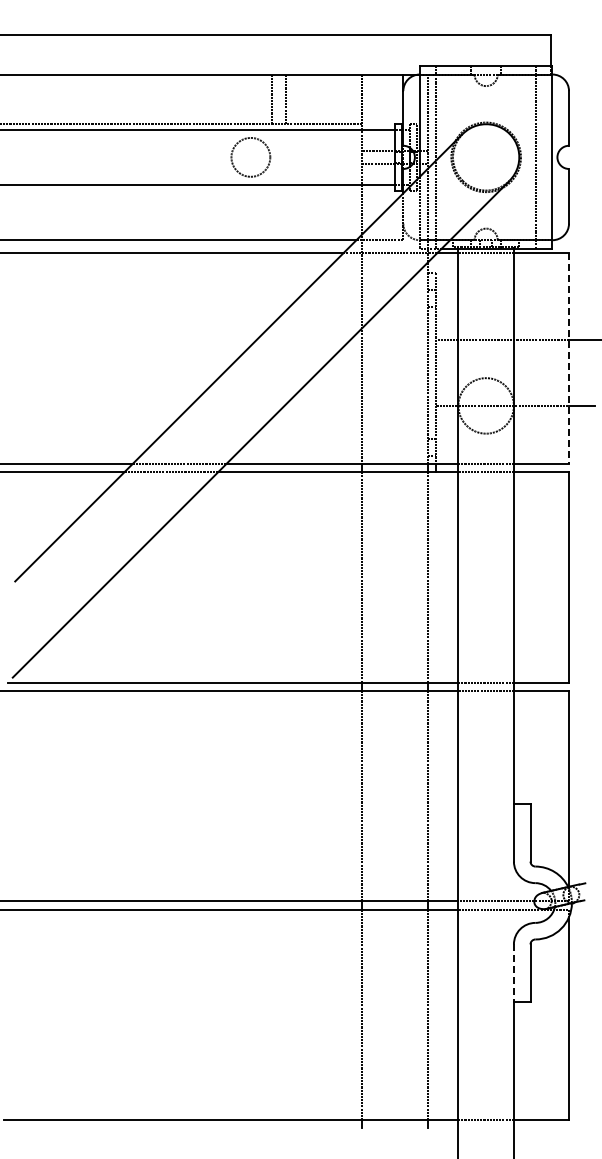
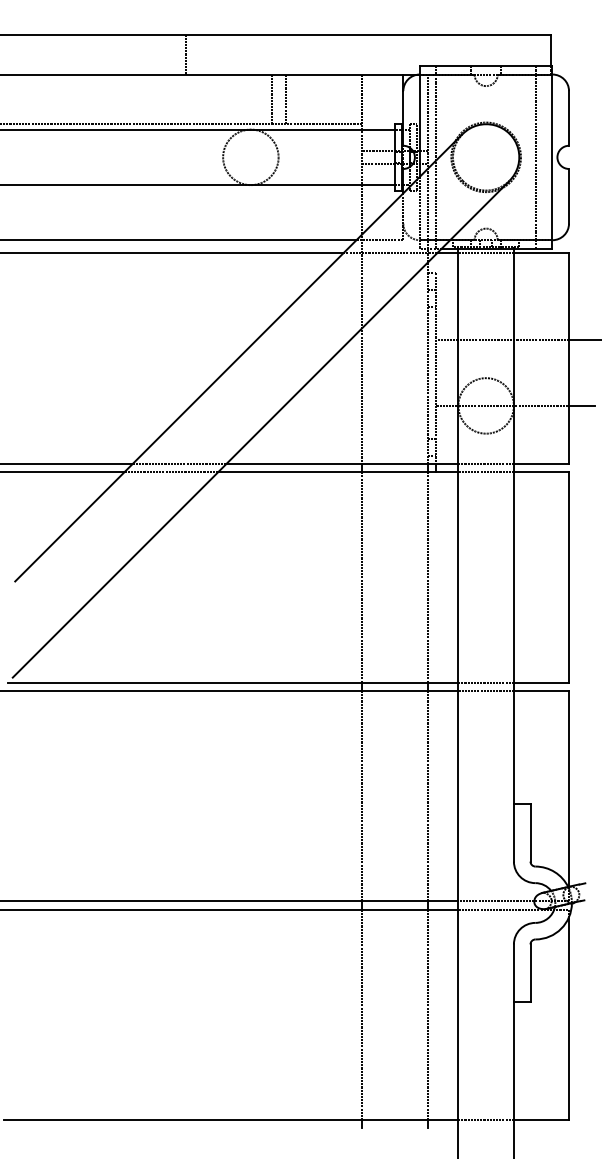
line at (186, 54): none -> present
circle at (250, 156) diameter: 39 px -> 56 px
line at (569, 359): dashed -> solid
line at (513, 973): dashed -> solid
